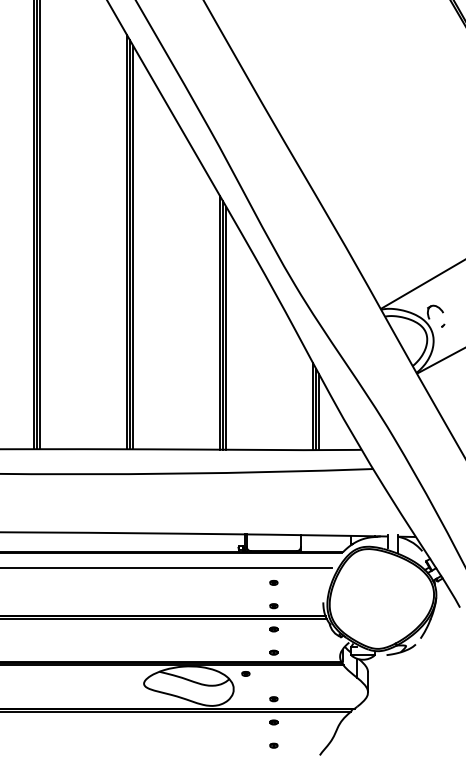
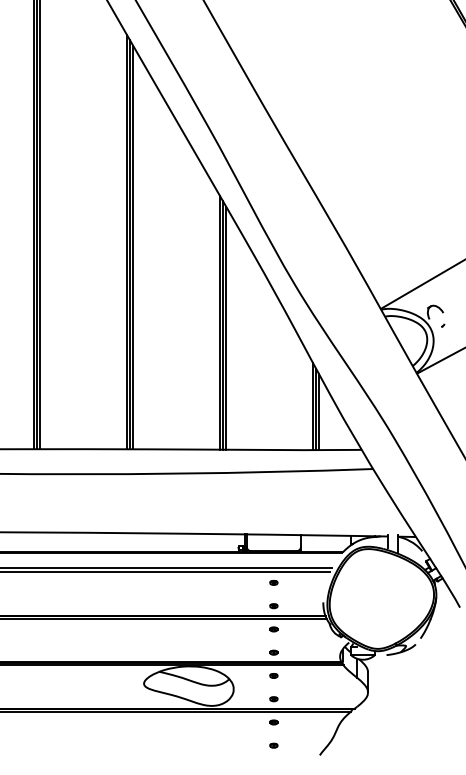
line at (166, 572): none -> present
part at (245, 673) position: (245, 673) -> (273, 675)
